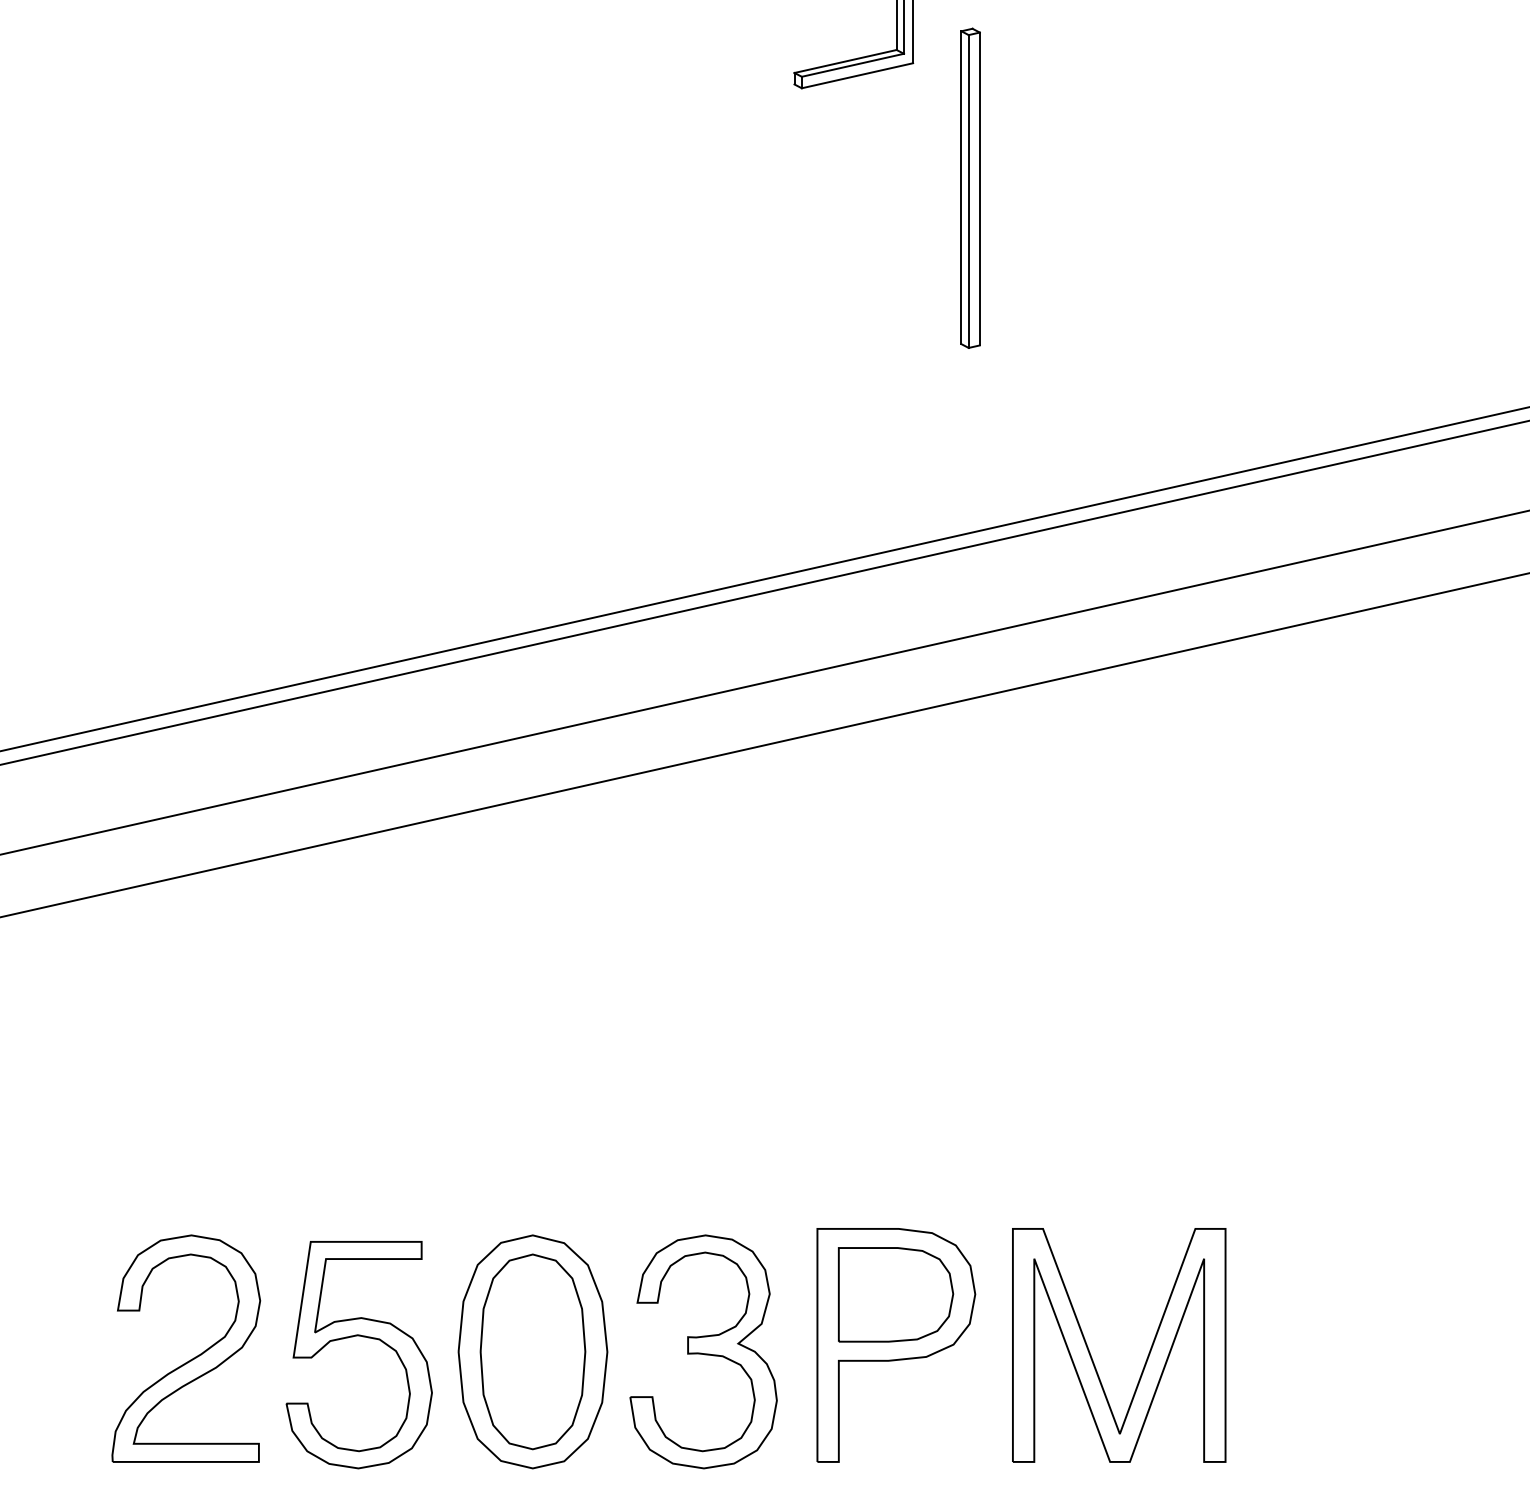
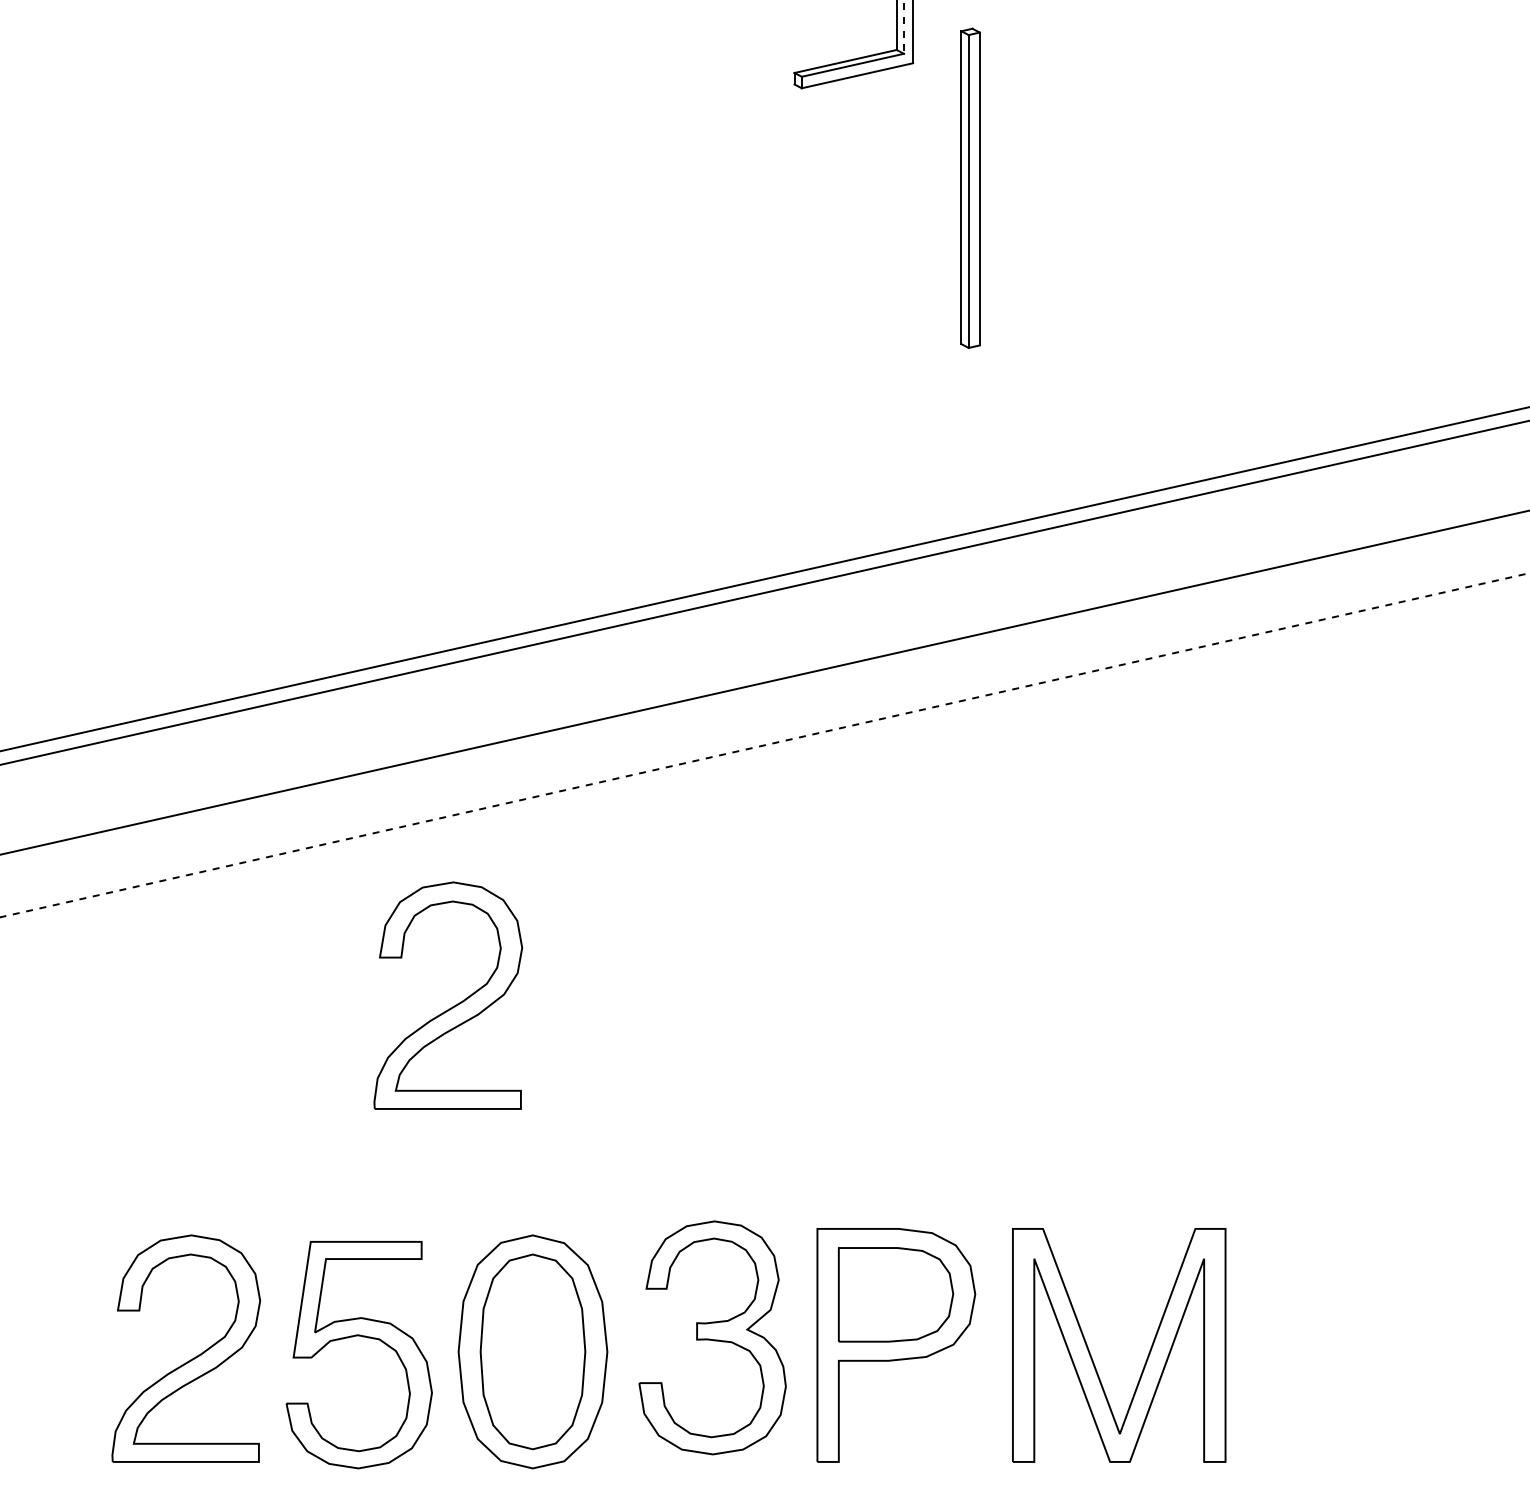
line at (903, 27): solid -> dashed
line at (765, 745): solid -> dashed
part at (455, 1004): none -> present
part at (703, 1351) position: (703, 1351) -> (712, 1337)
